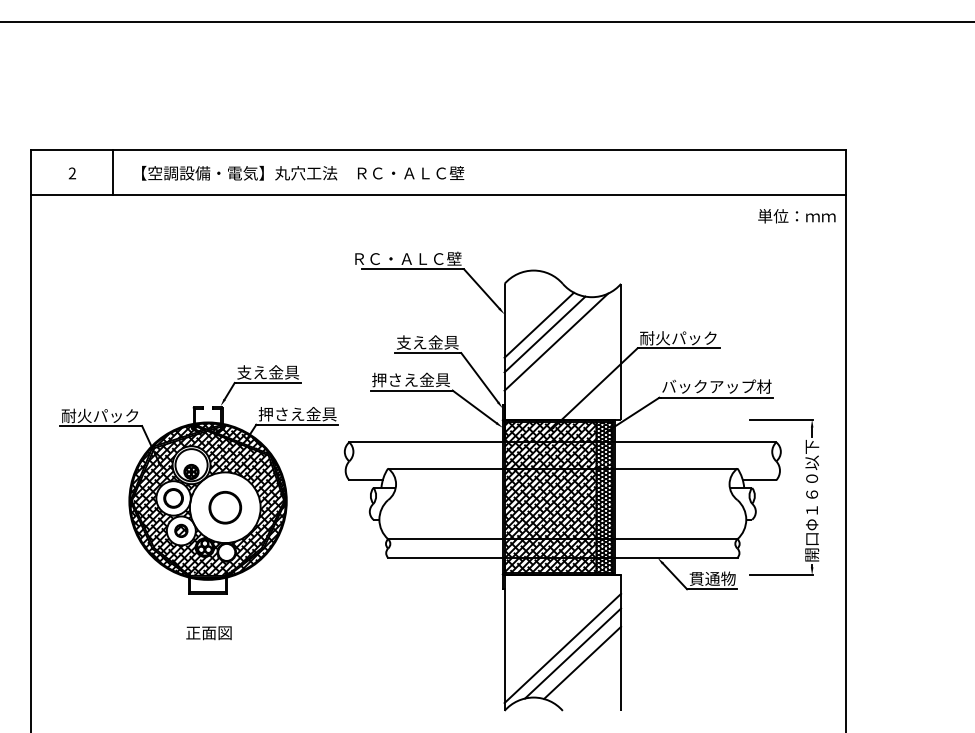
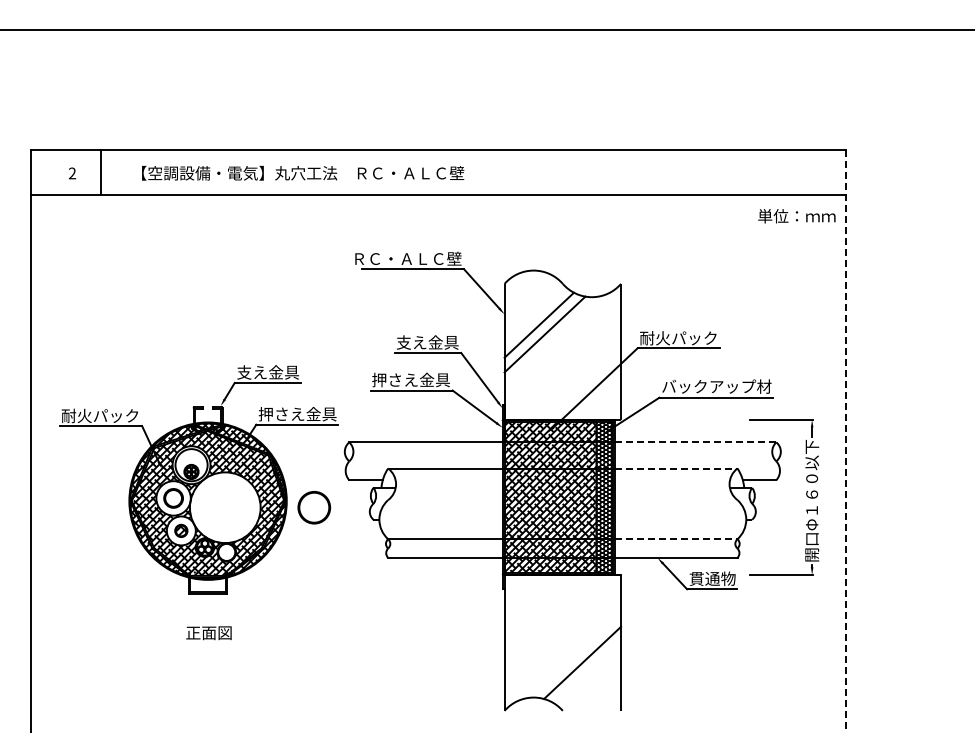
line at (486, 22) position: (486, 22) -> (486, 30)
line at (113, 172) position: (113, 172) -> (101, 172)
line at (556, 341): present -> none
line at (846, 441): solid -> dashed
line at (695, 442): solid -> dashed
line at (676, 468): solid -> dashed
part at (225, 507) position: (225, 507) -> (314, 507)
line at (676, 539): solid -> dashed
line at (562, 648): present -> none
line at (573, 653): present -> none
